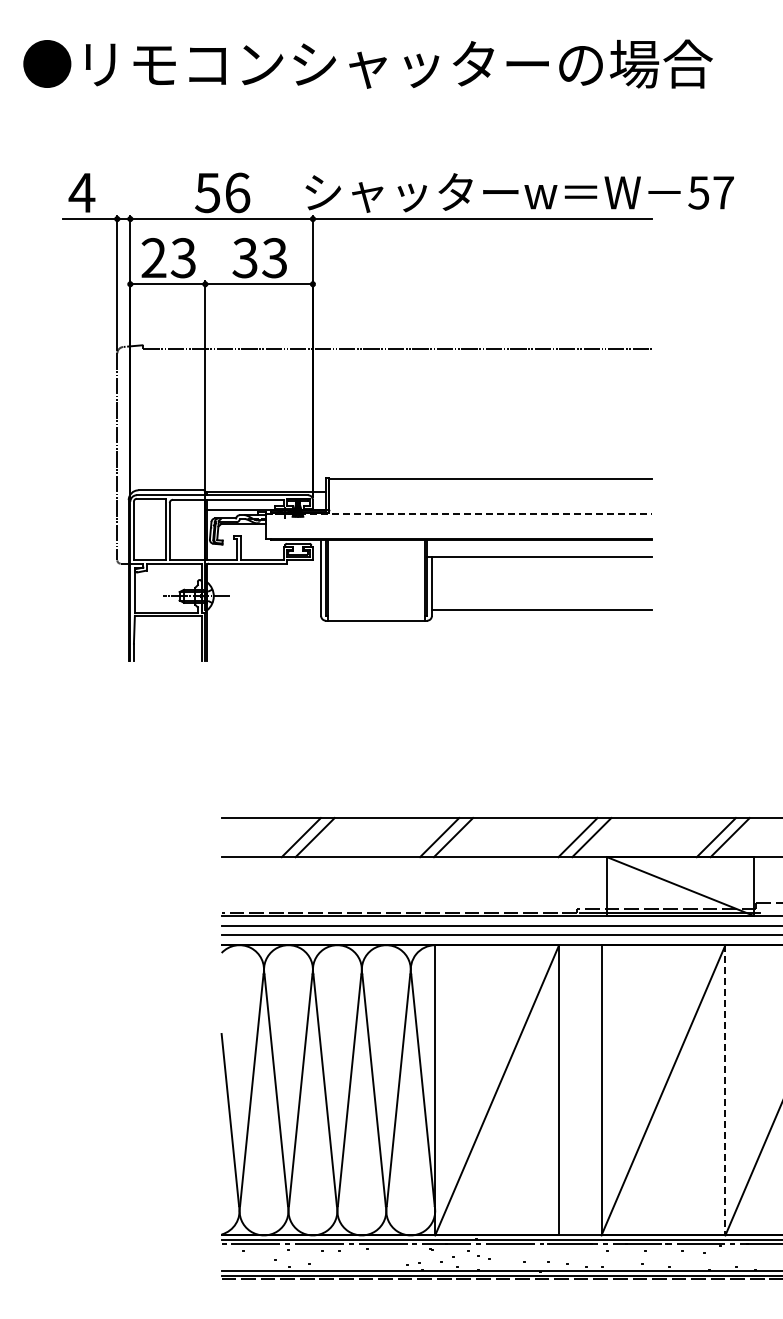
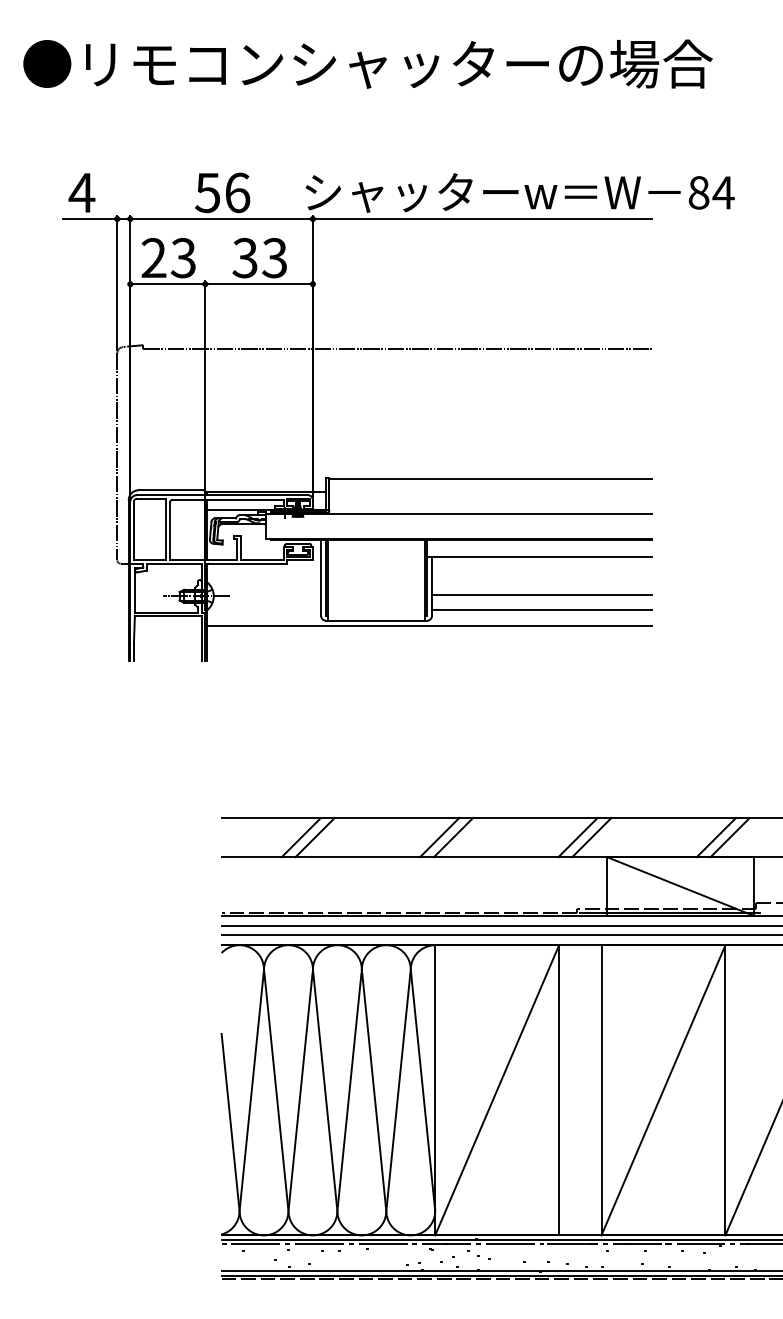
text at (711, 192): 57 -> 84
line at (459, 514): dashed -> solid
line at (541, 595): none -> present
line at (429, 625): none -> present
line at (725, 1090): dashed -> solid
